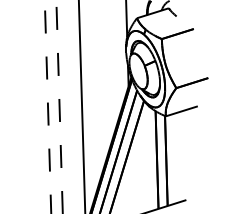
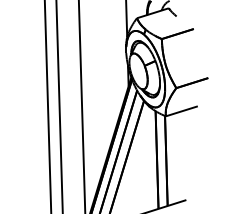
line at (48, 106): dashed -> solid
line at (59, 106): dashed -> solid
